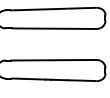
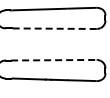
line at (54, 28): solid -> dashed
line at (53, 60): solid -> dashed
